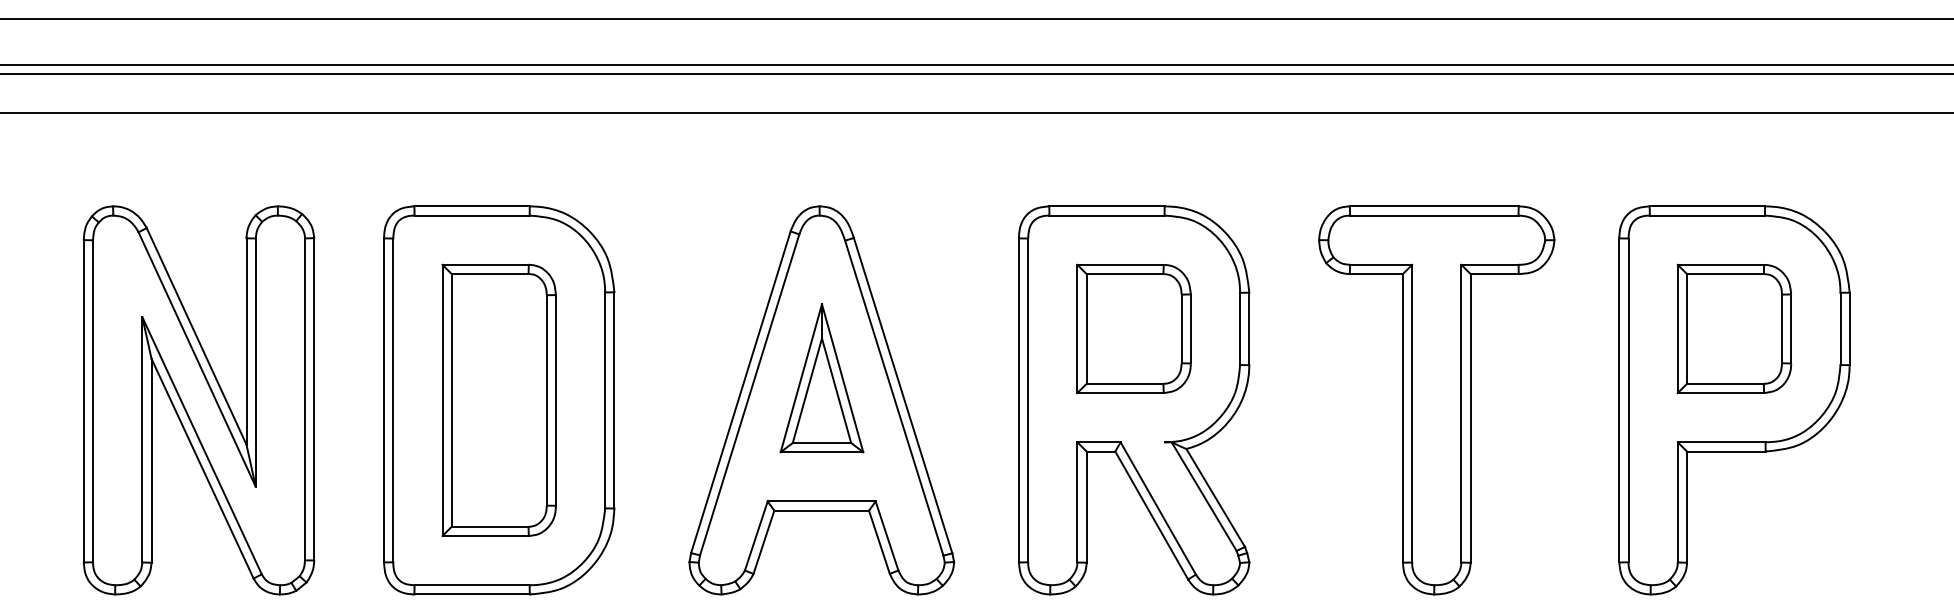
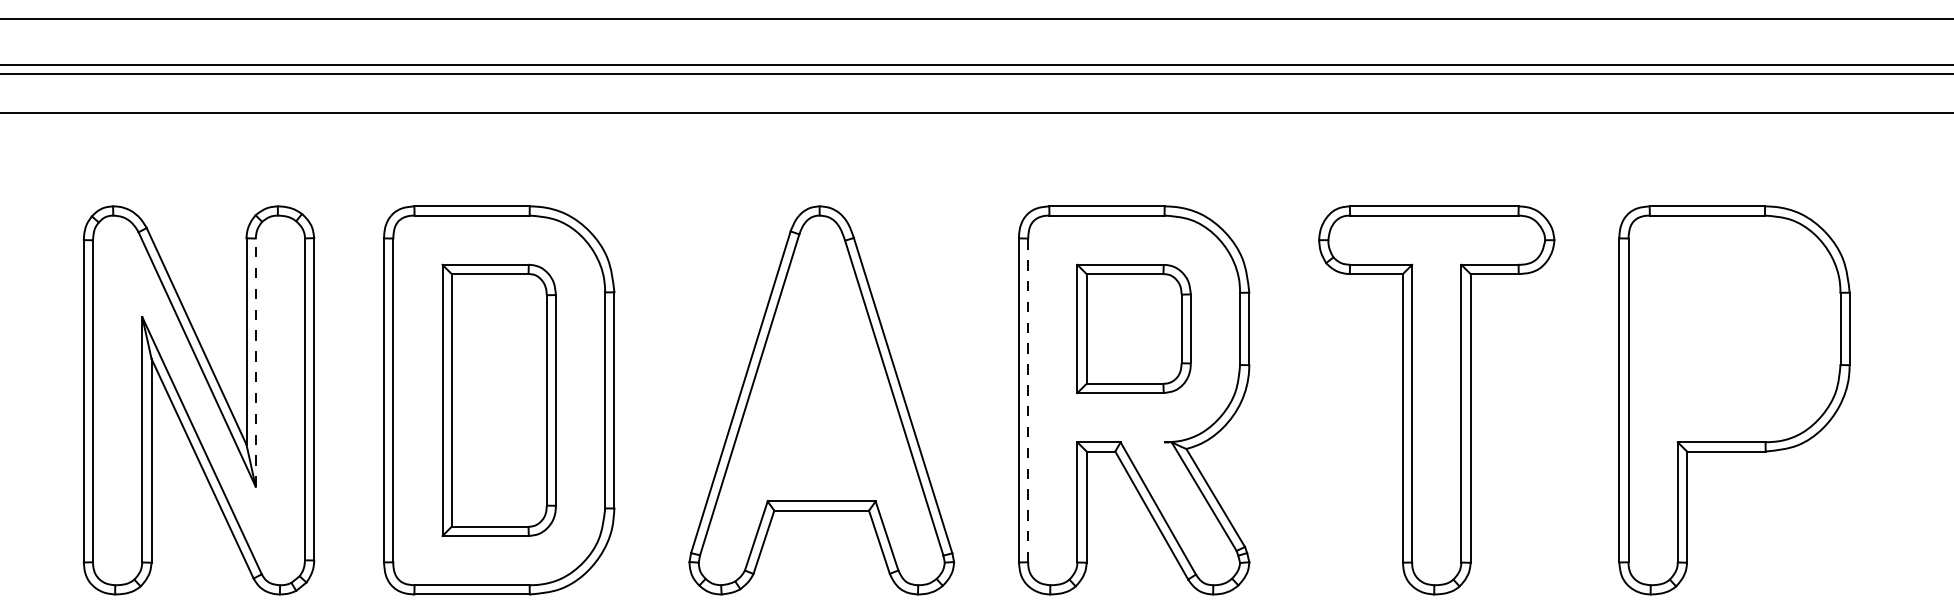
part at (1734, 328): present -> none
line at (255, 362): solid -> dashed
part at (821, 378): present -> none
line at (1028, 400): solid -> dashed
